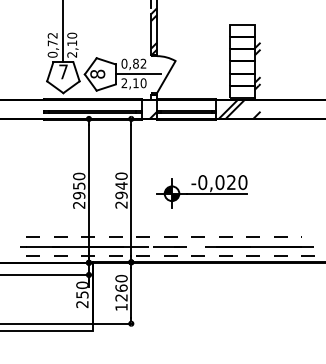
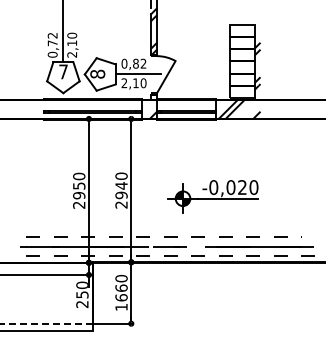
part at (201, 191) position: (201, 191) -> (212, 196)
text at (121, 297): 1260 -> 1660
line at (46, 323): solid -> dashed
